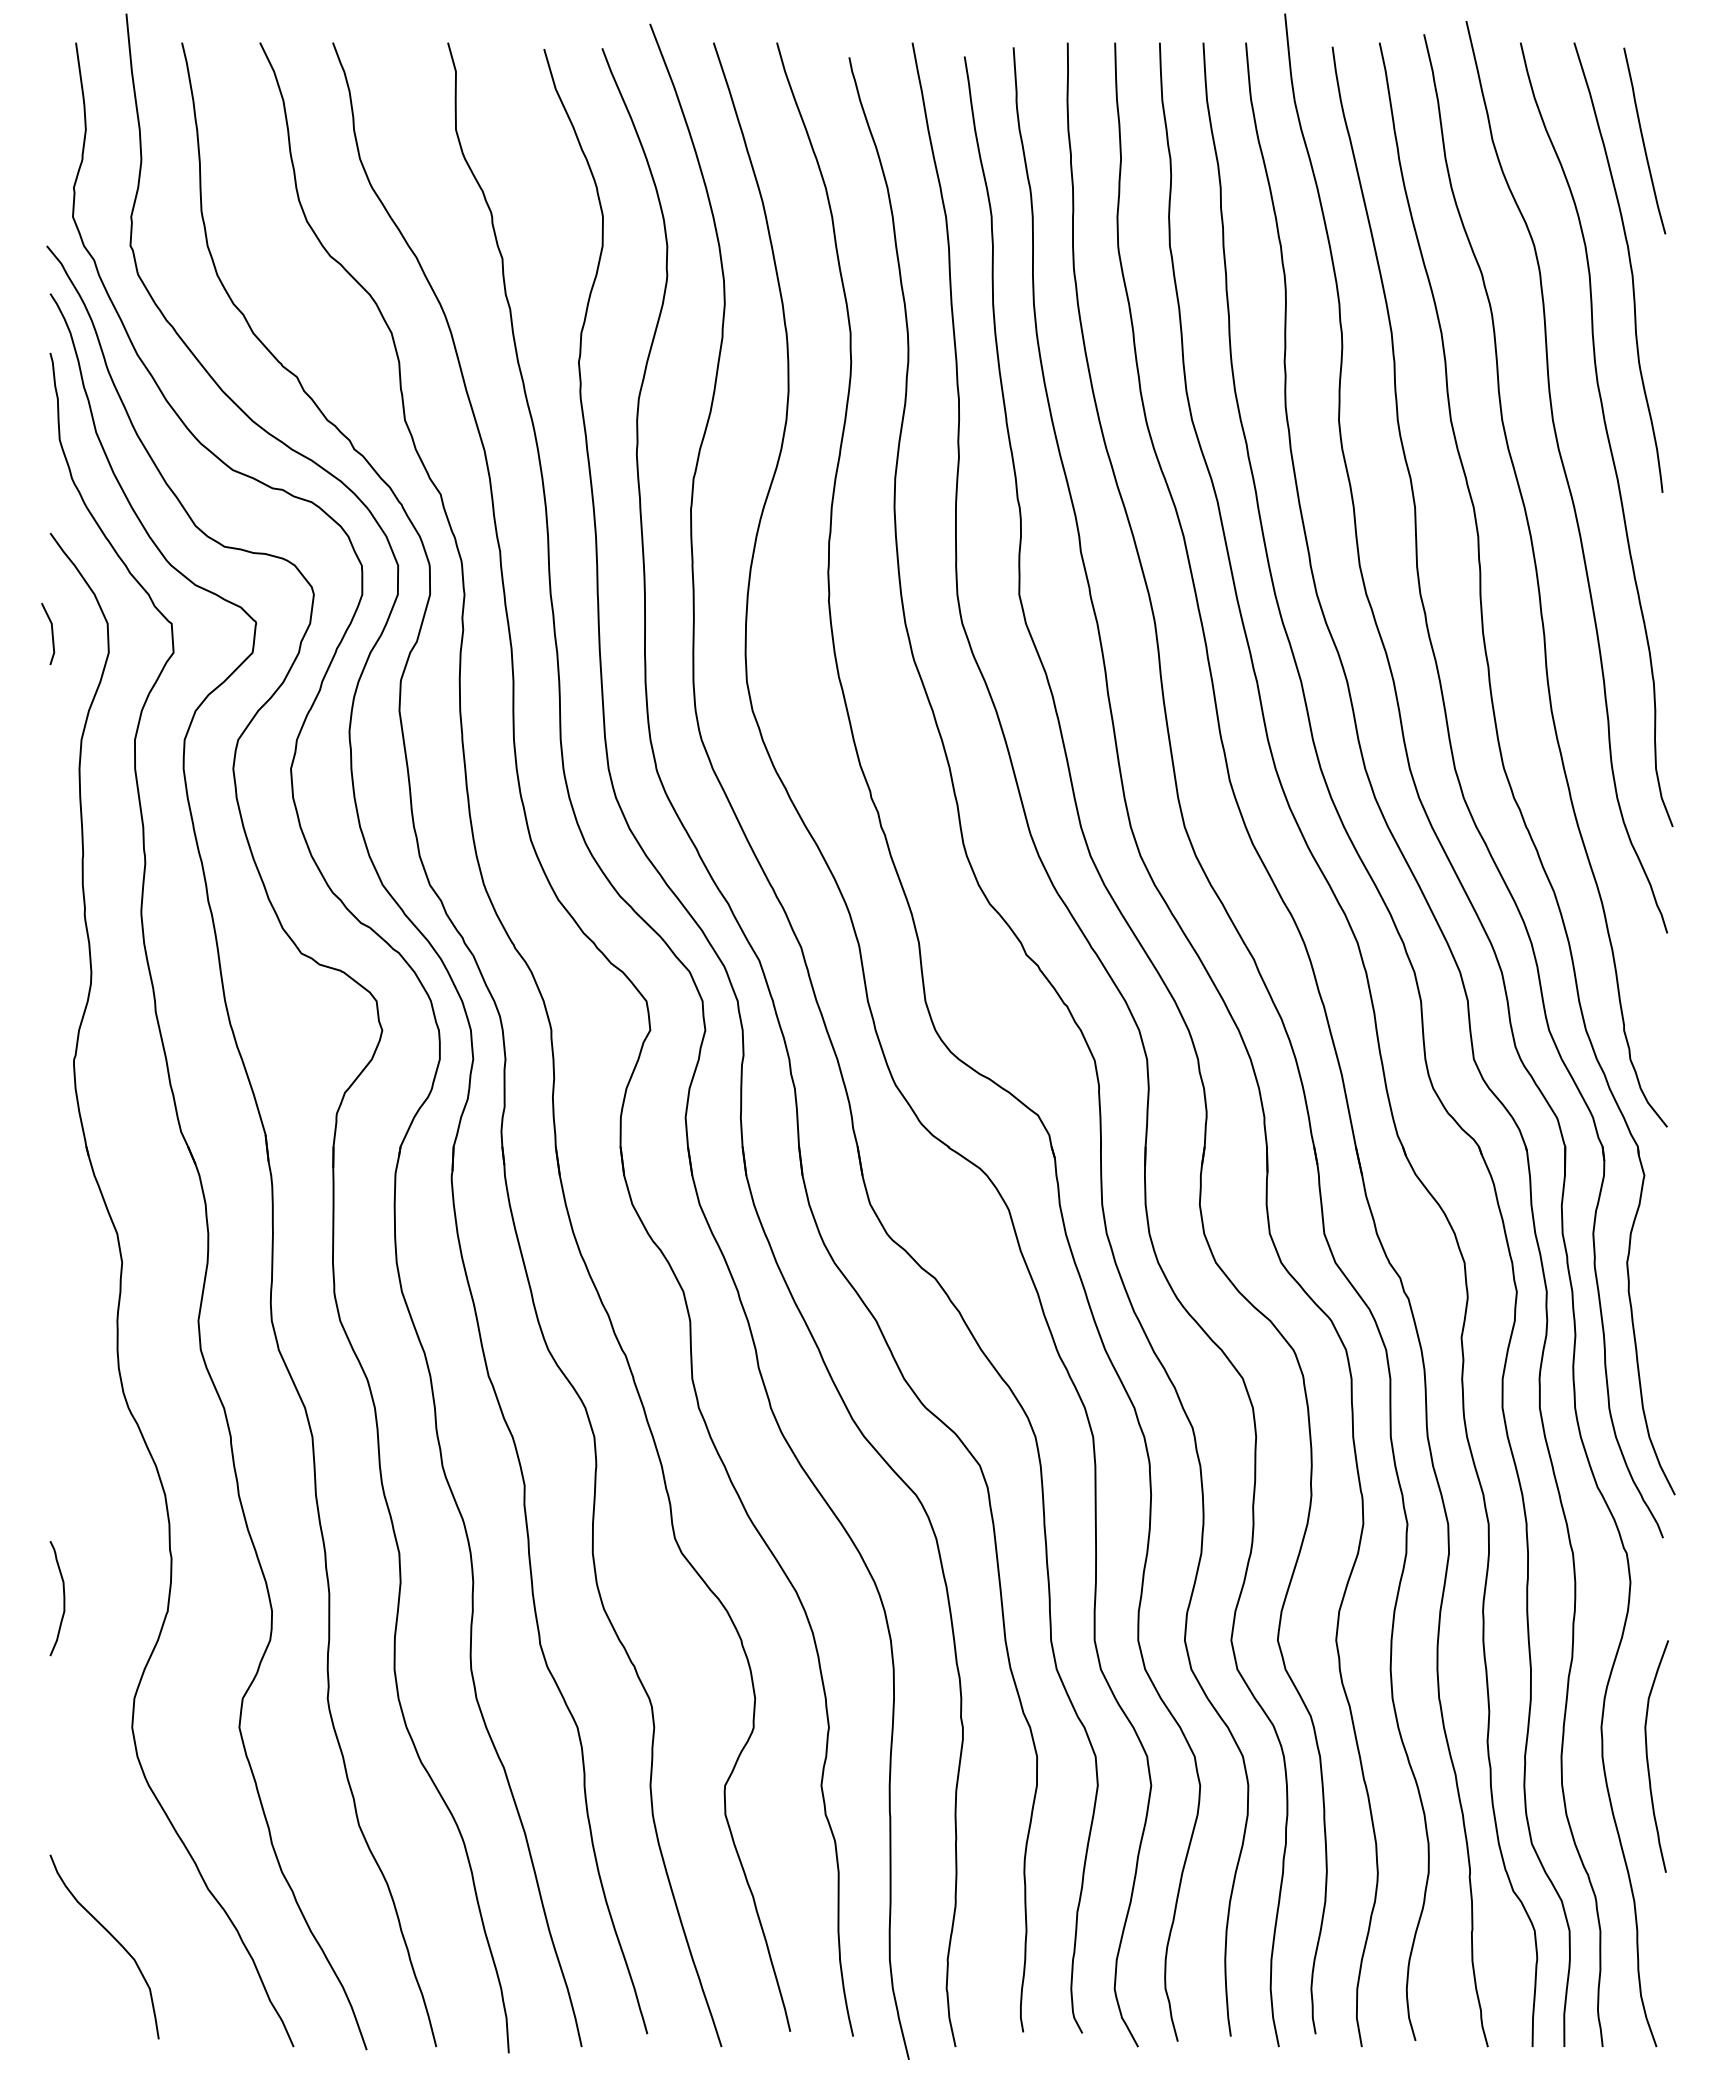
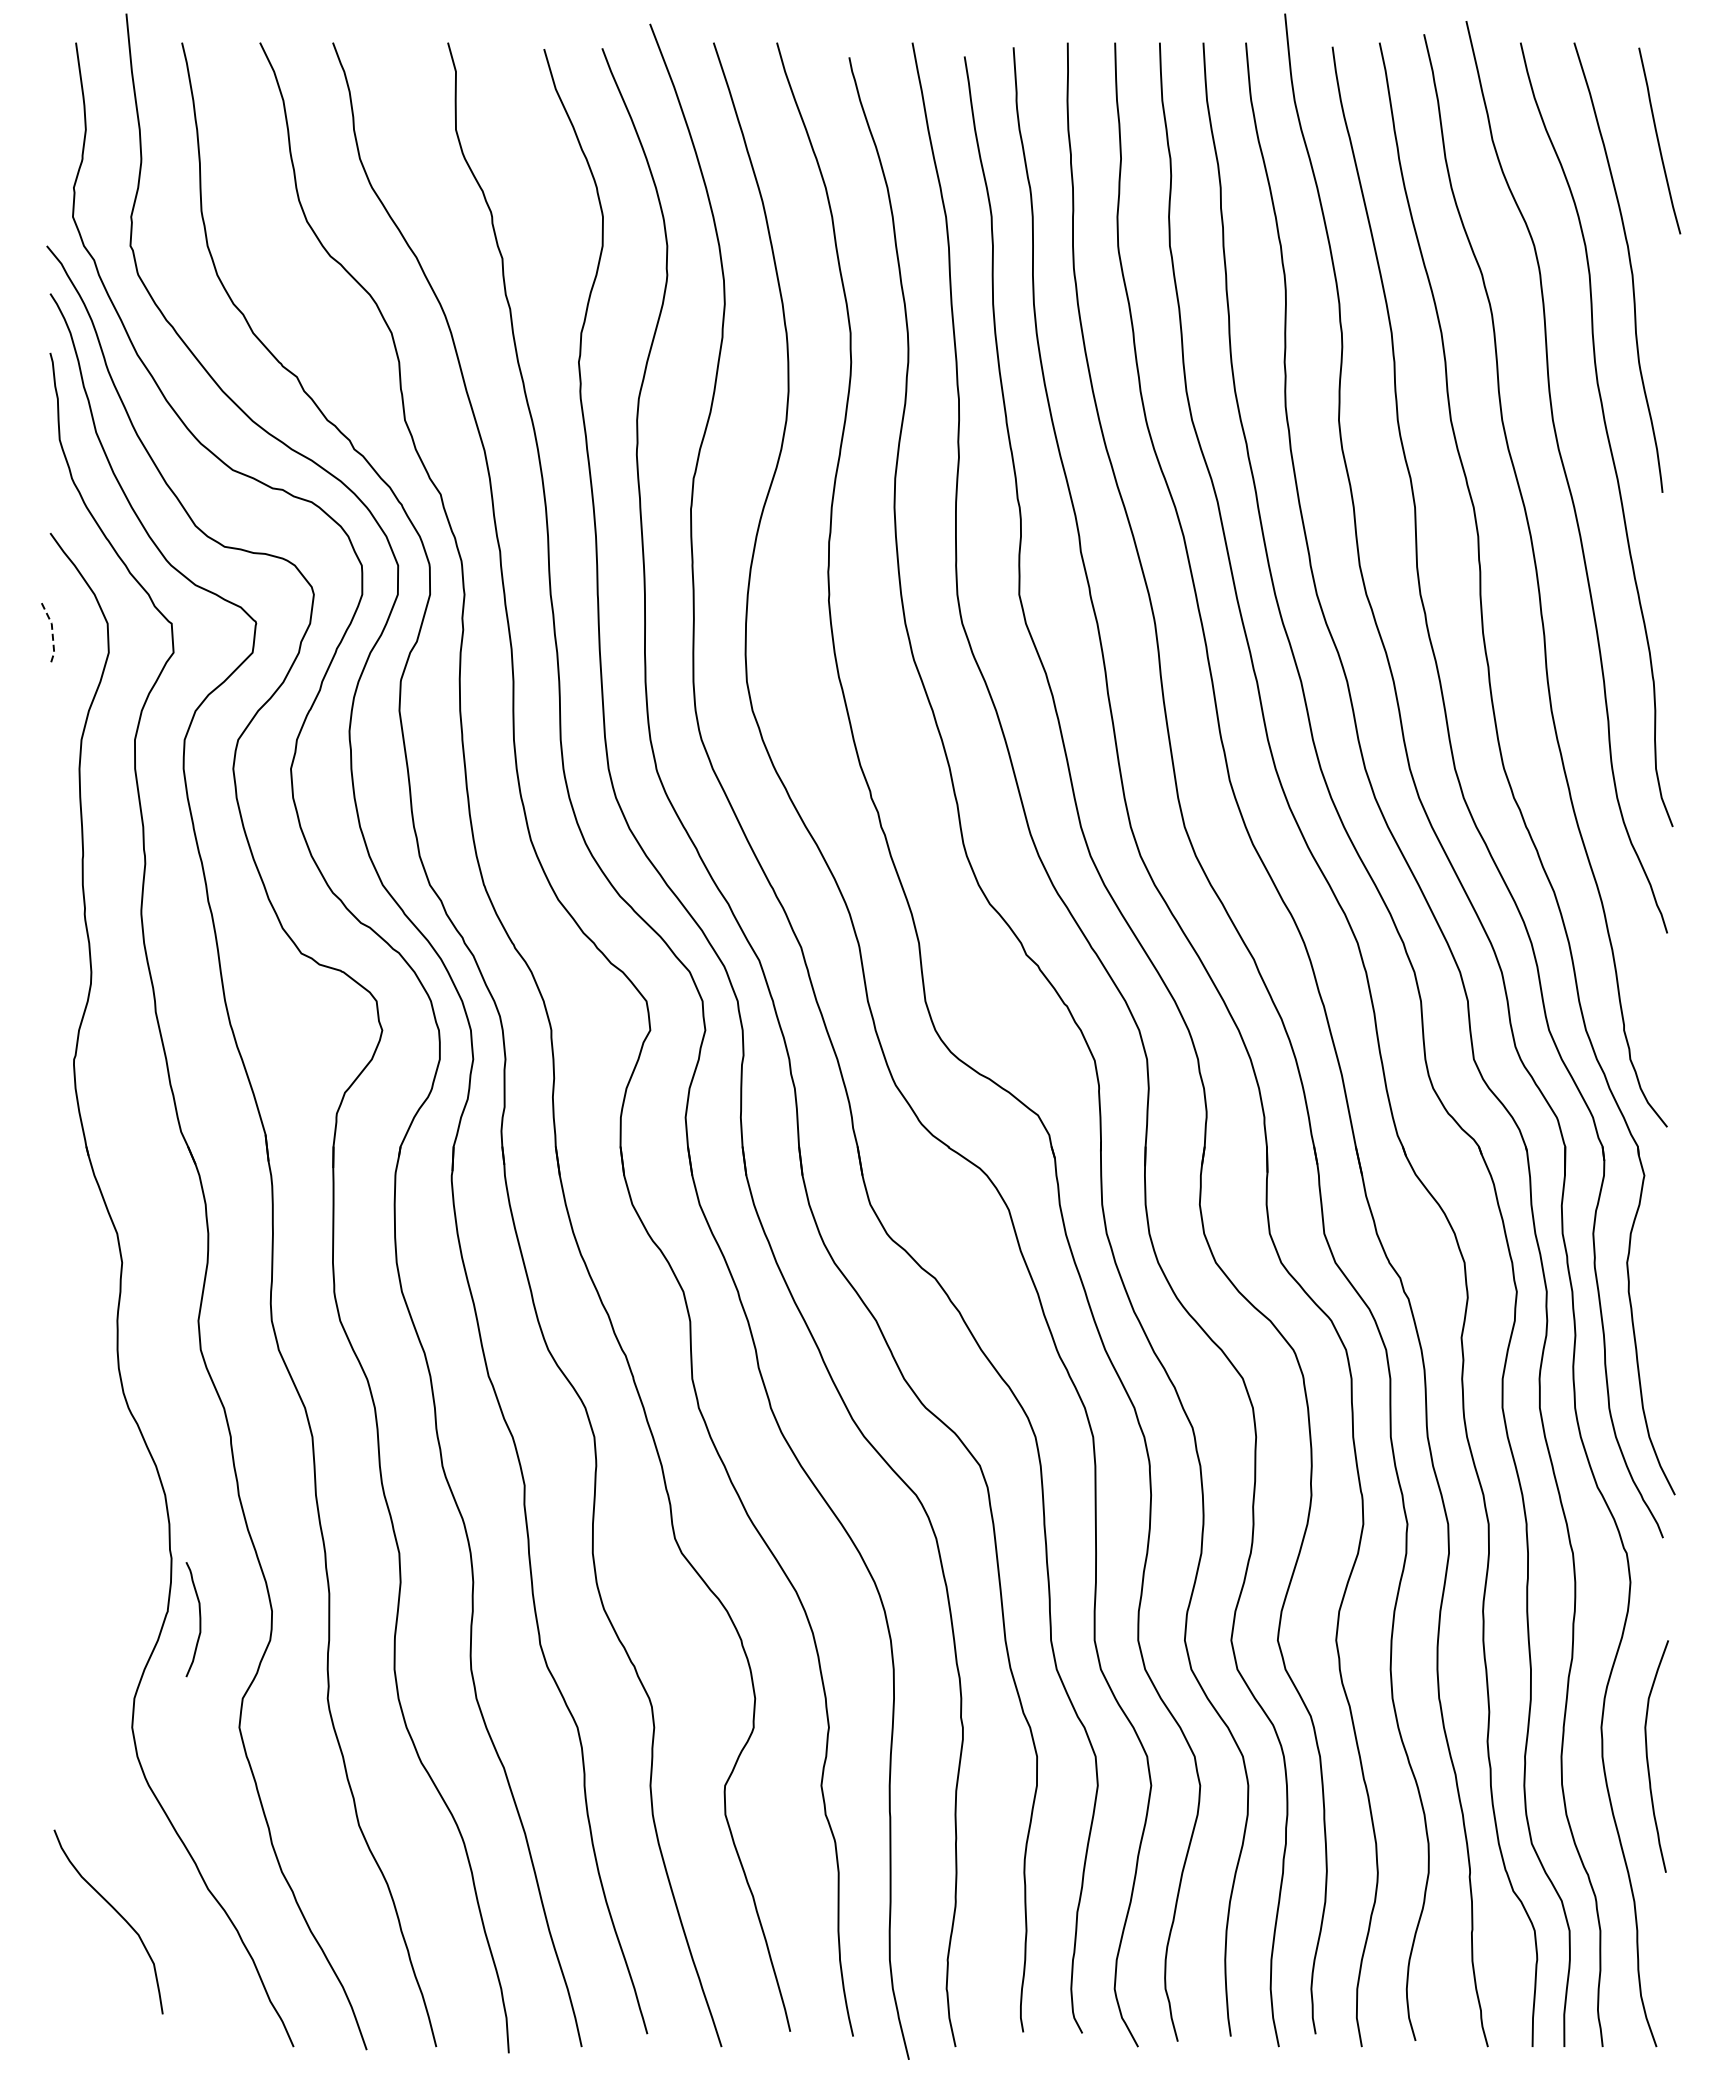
curve at (1643, 140) position: (1643, 140) -> (1658, 140)
line at (52, 633): solid -> dashed
curve at (63, 1598) position: (63, 1598) -> (199, 1619)
curve at (112, 1937) position: (112, 1937) -> (116, 1912)
